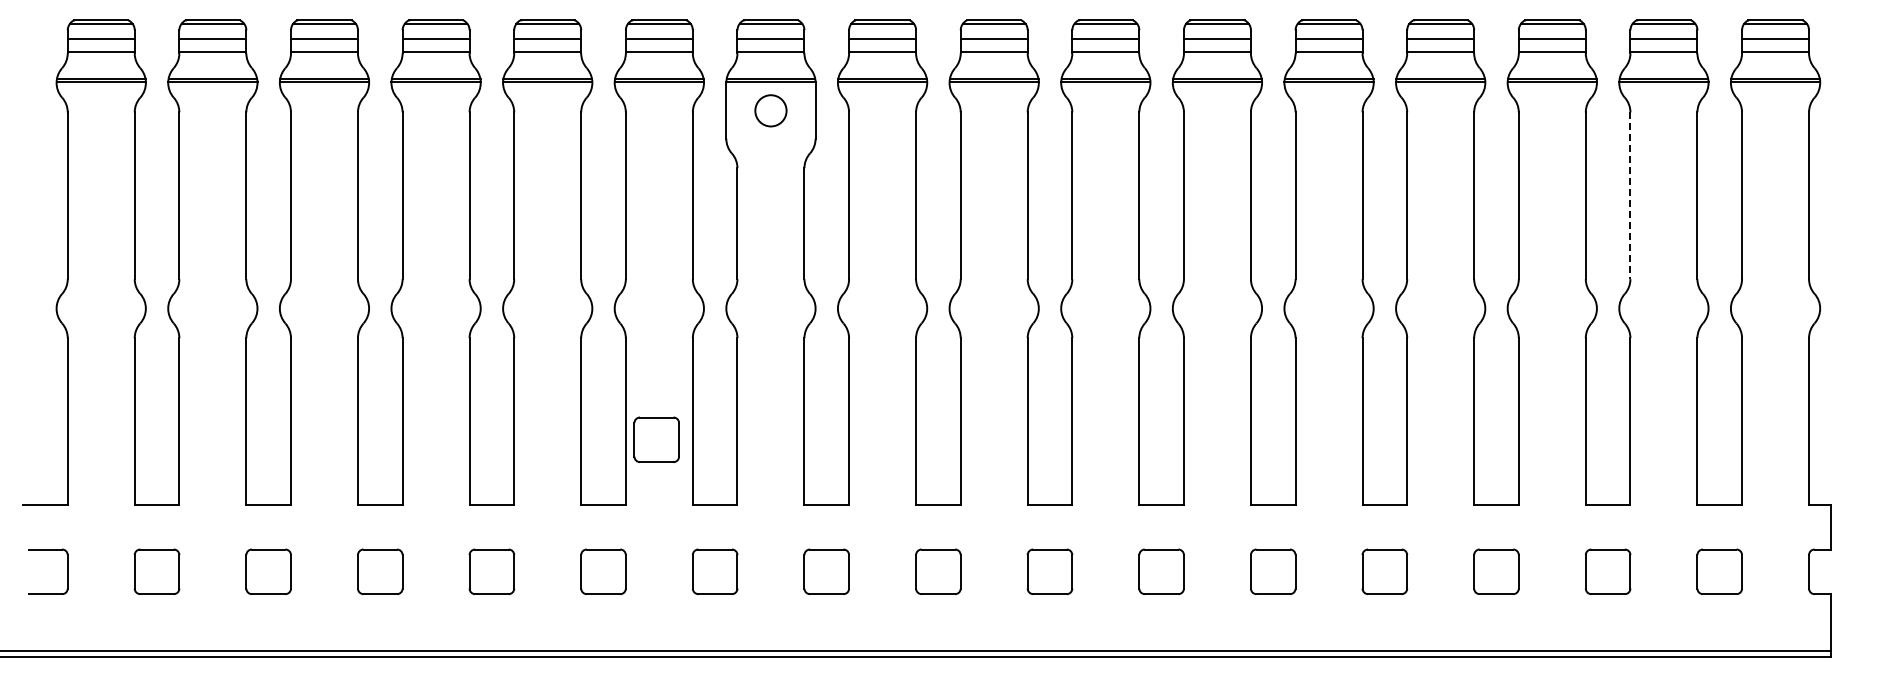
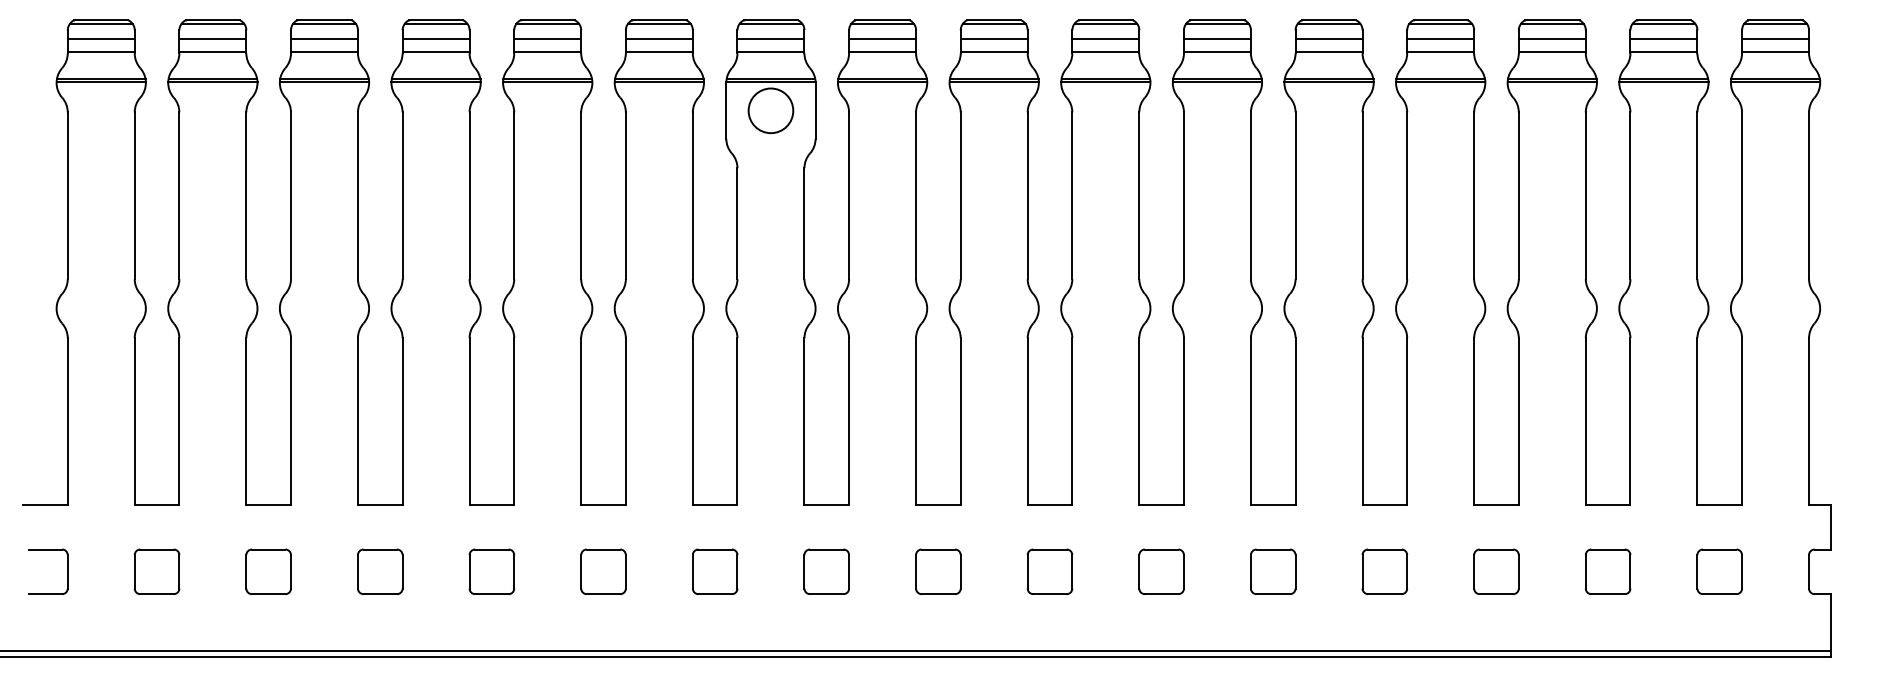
circle at (770, 110) diameter: 31 px -> 45 px
line at (1630, 196): dashed -> solid
part at (656, 439): present -> none
